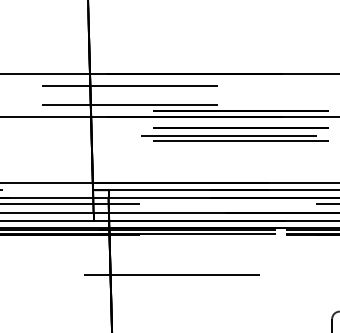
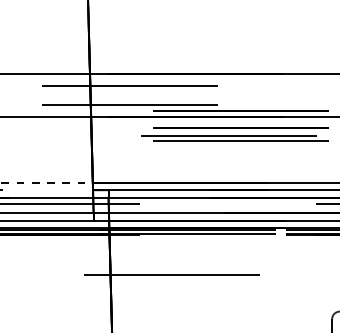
line at (46, 182): solid -> dashed
